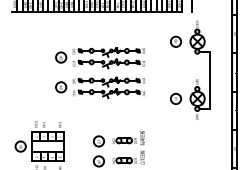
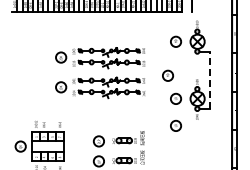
part at (167, 75): none -> present
line at (210, 80): solid -> dashed
part at (175, 125): none -> present
